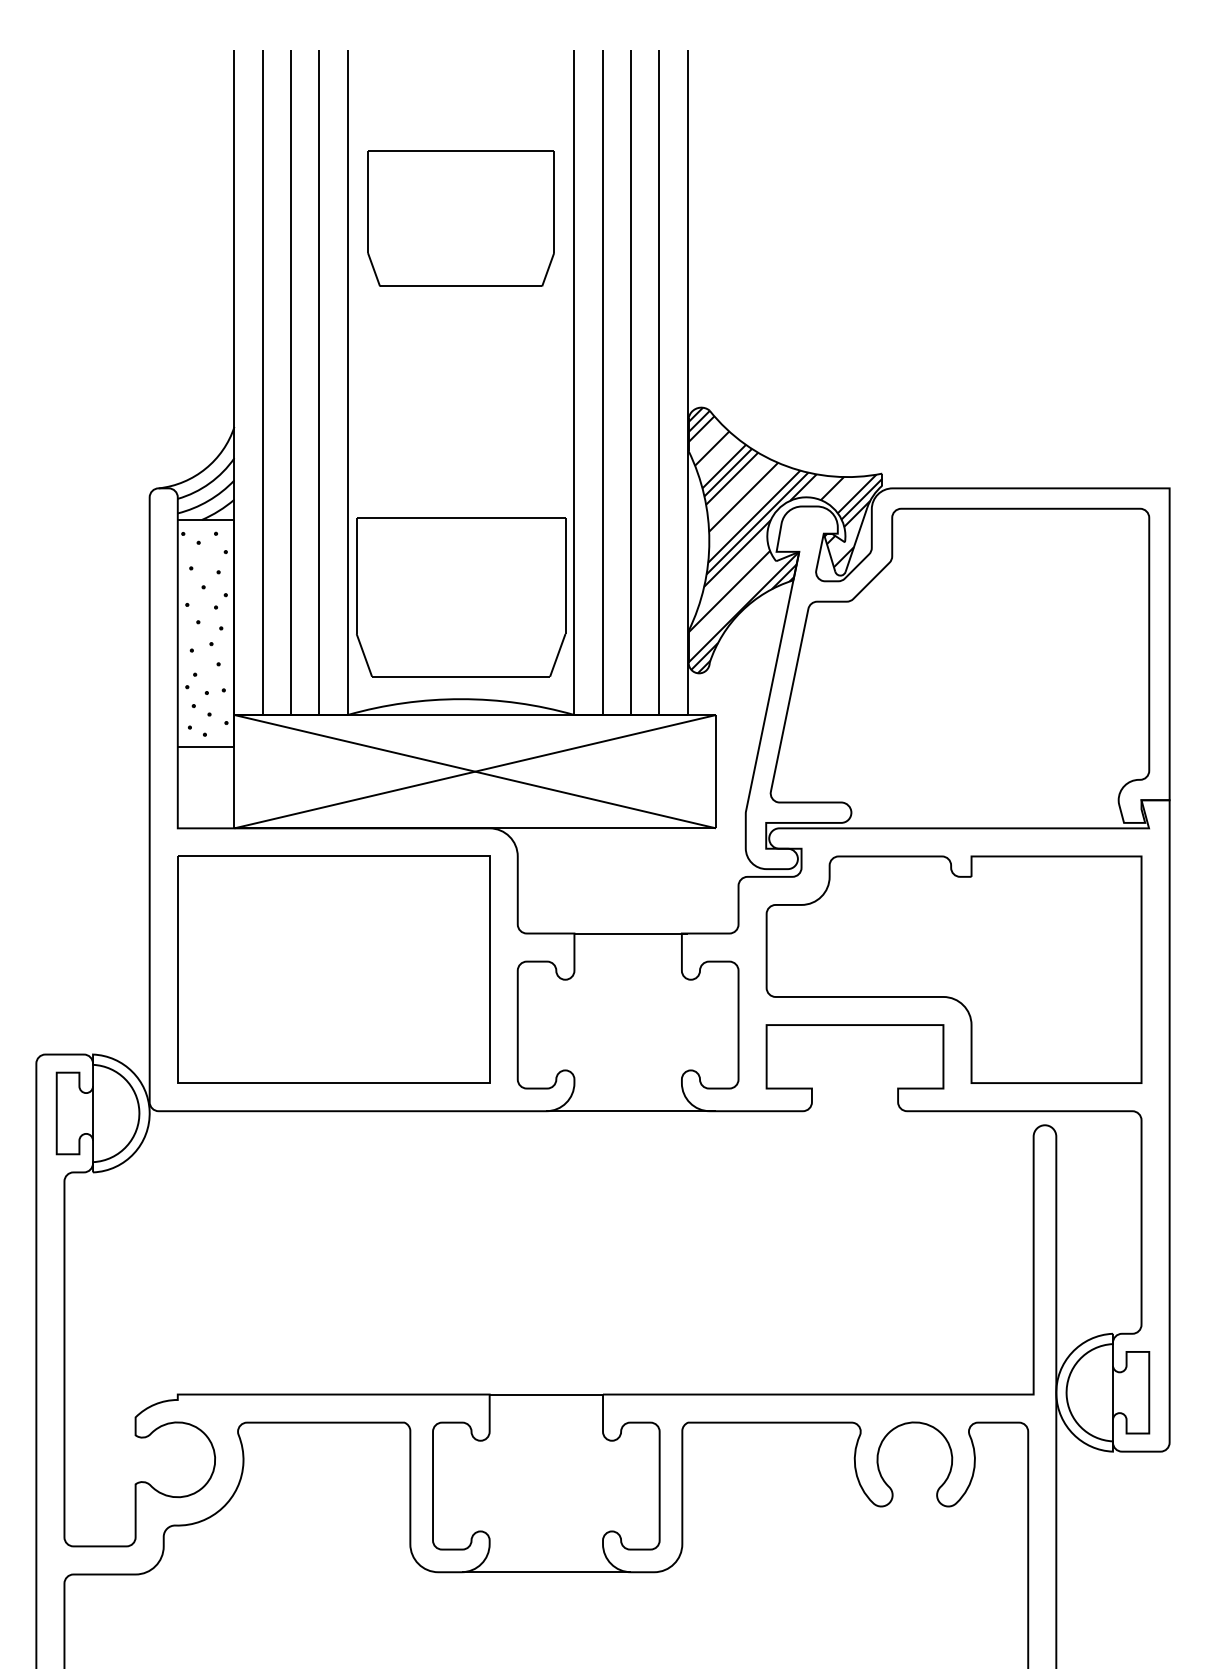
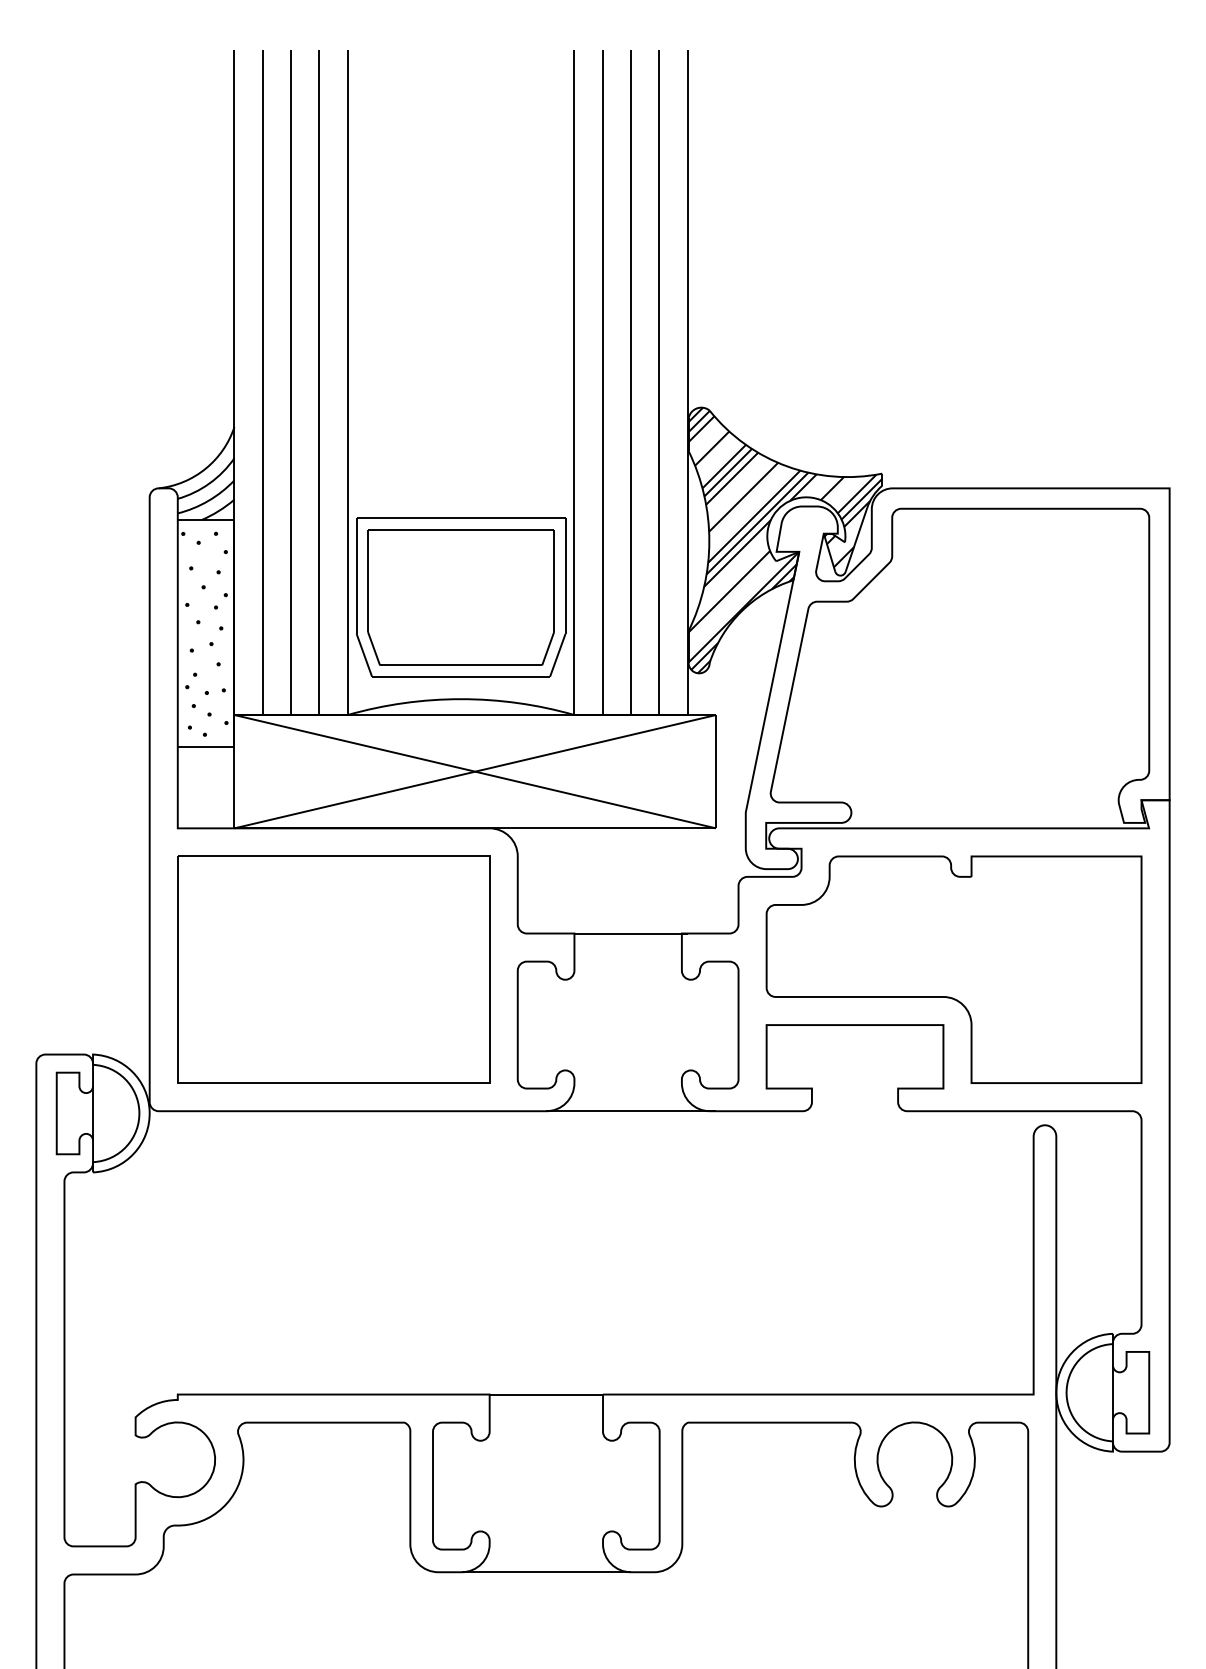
part at (460, 218) position: (460, 218) -> (460, 597)
